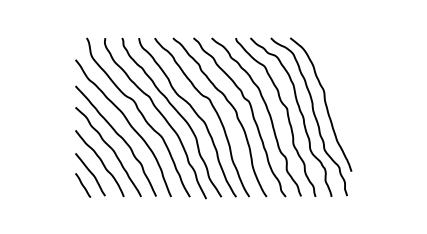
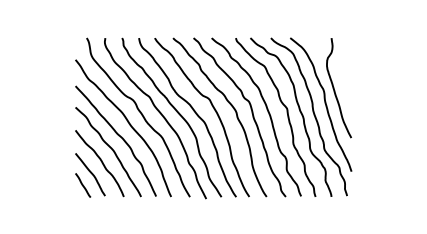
curve at (335, 90): none -> present
